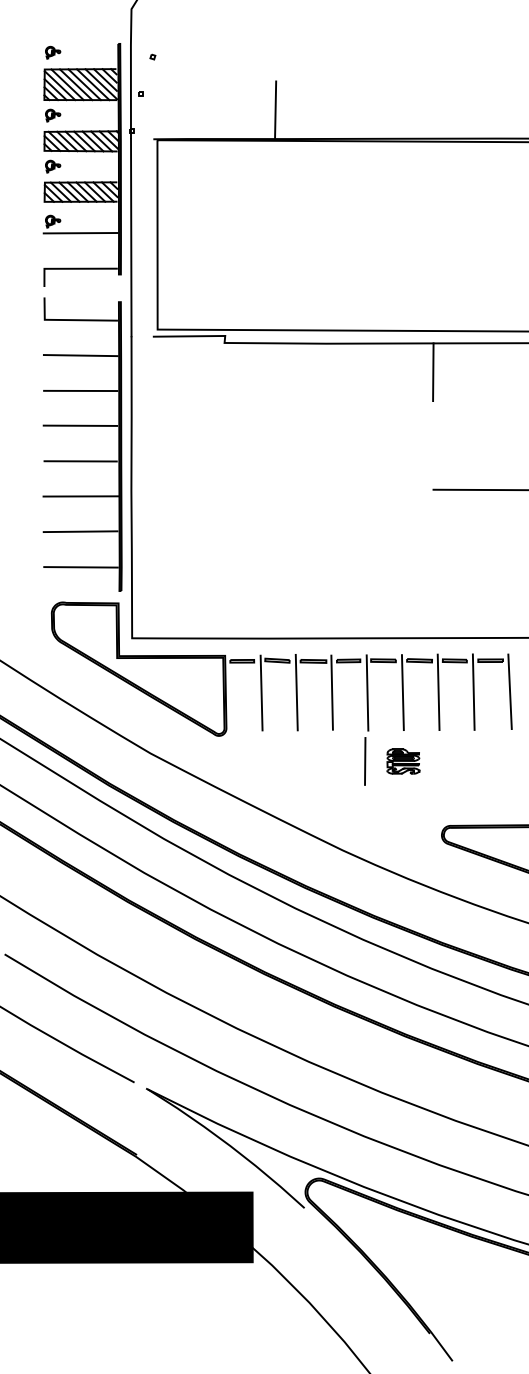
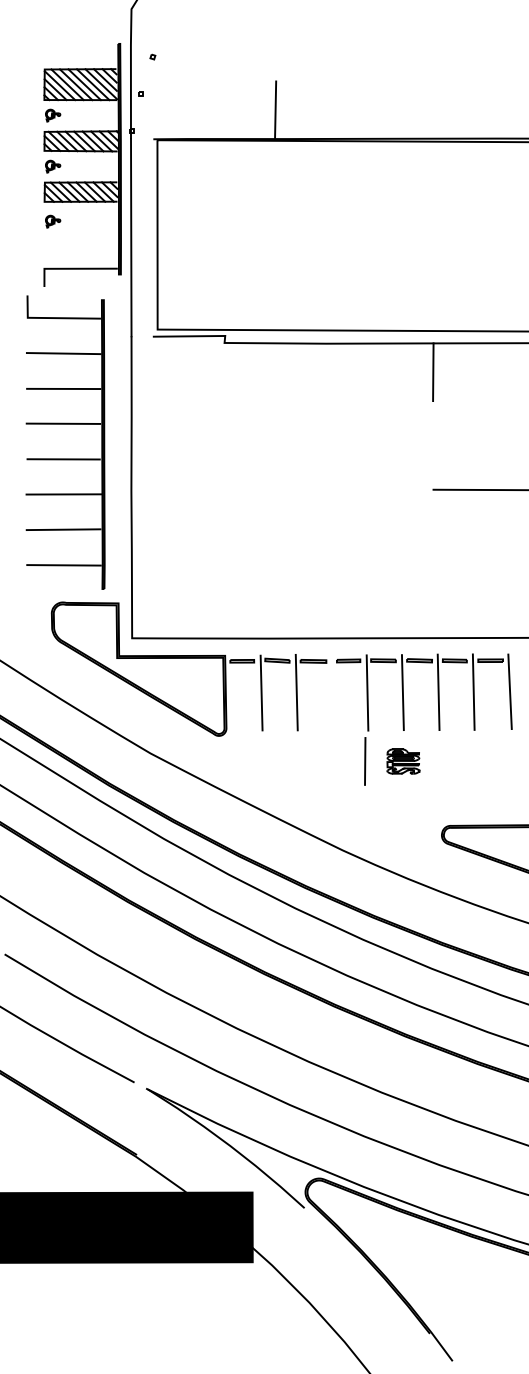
part at (53, 52): present -> none
line at (80, 233): present -> none
part at (82, 460) position: (82, 460) -> (65, 458)
line at (331, 692): present -> none
